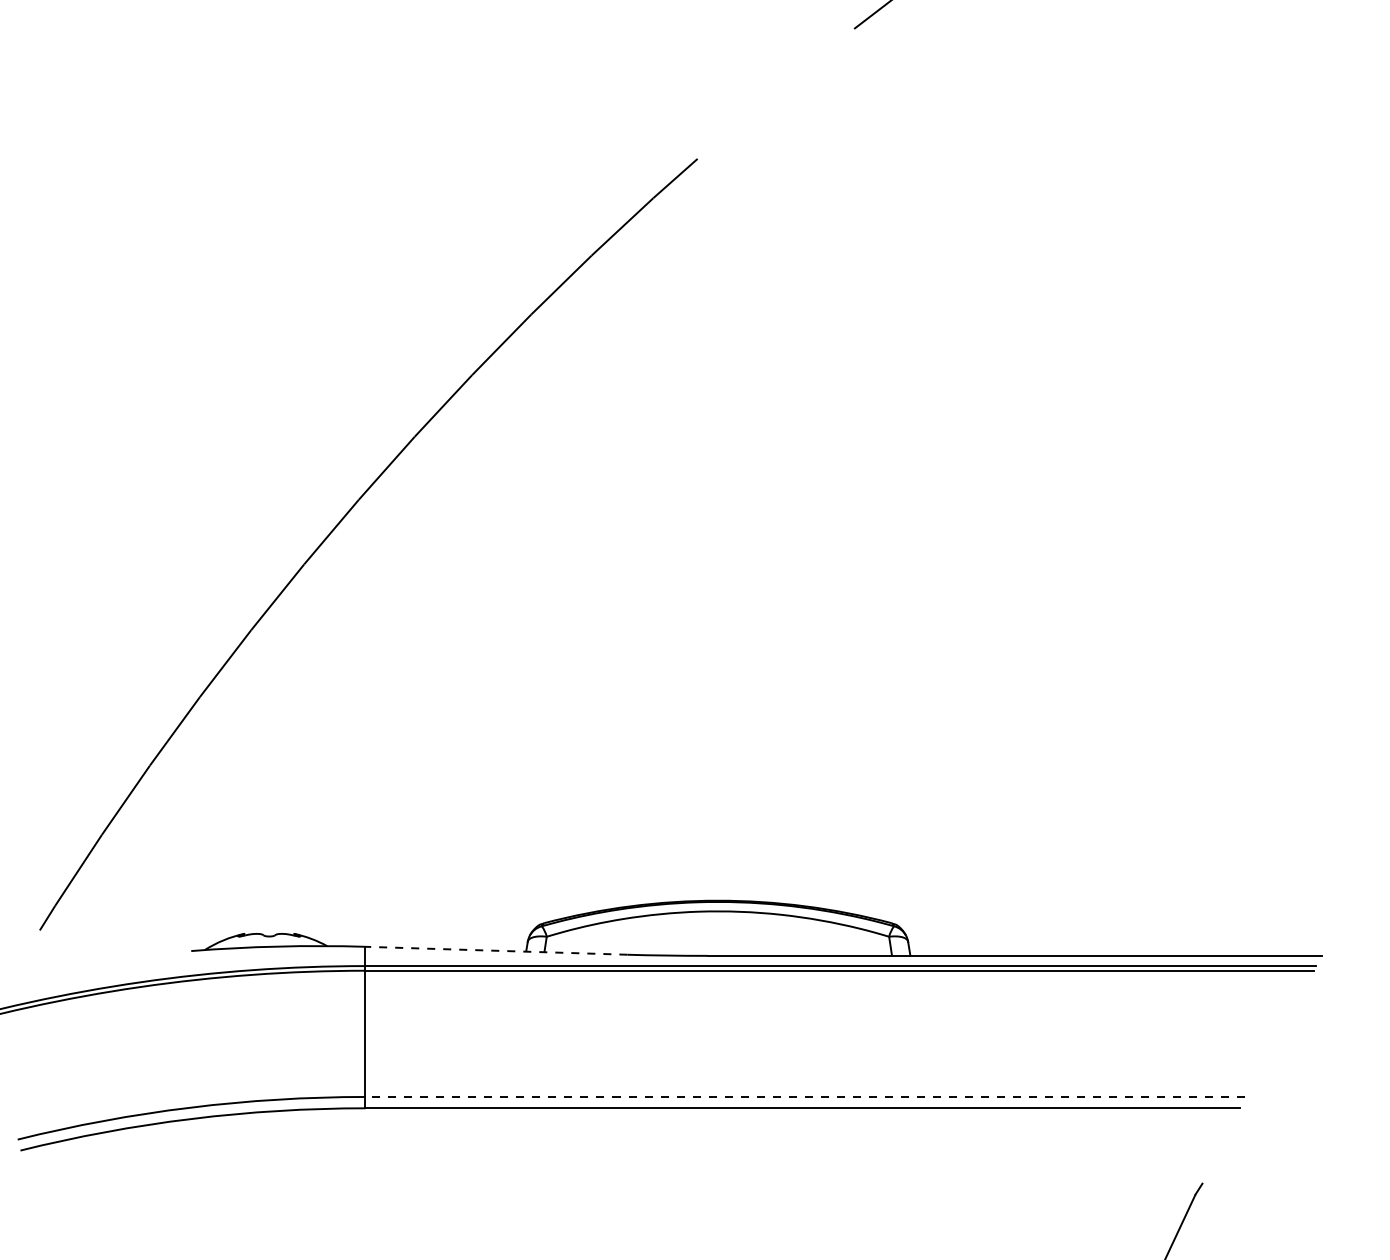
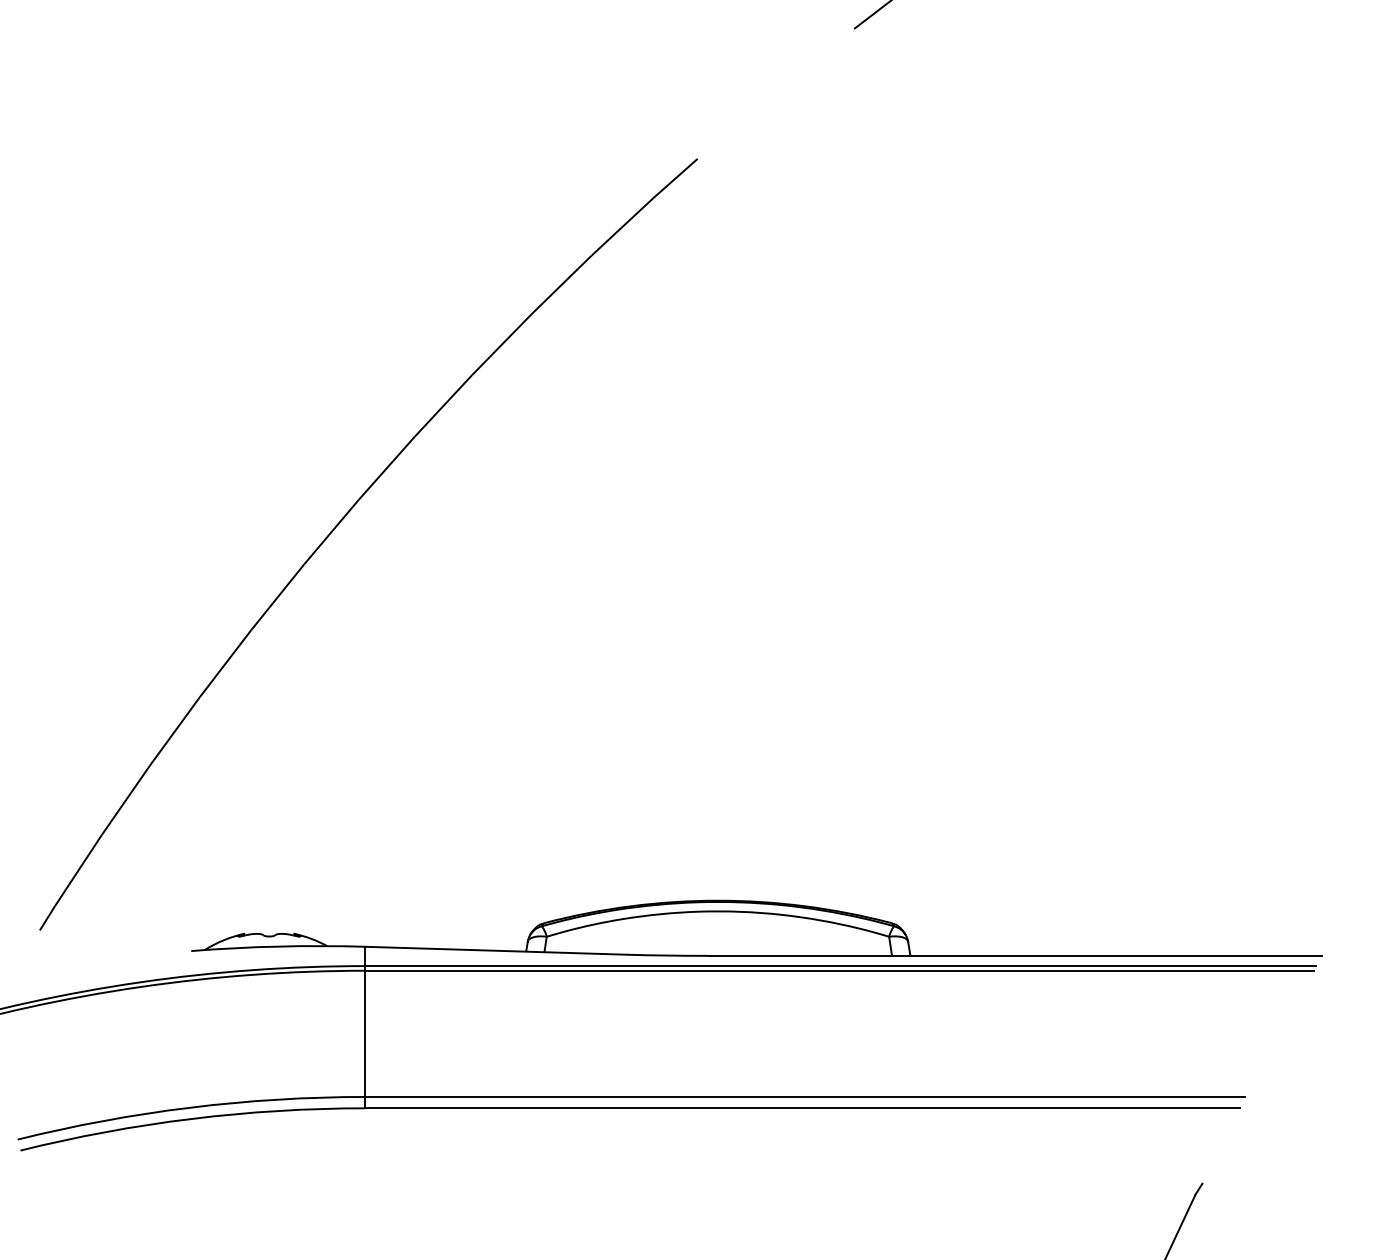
line at (495, 950): dashed -> solid
line at (805, 1096): dashed -> solid
